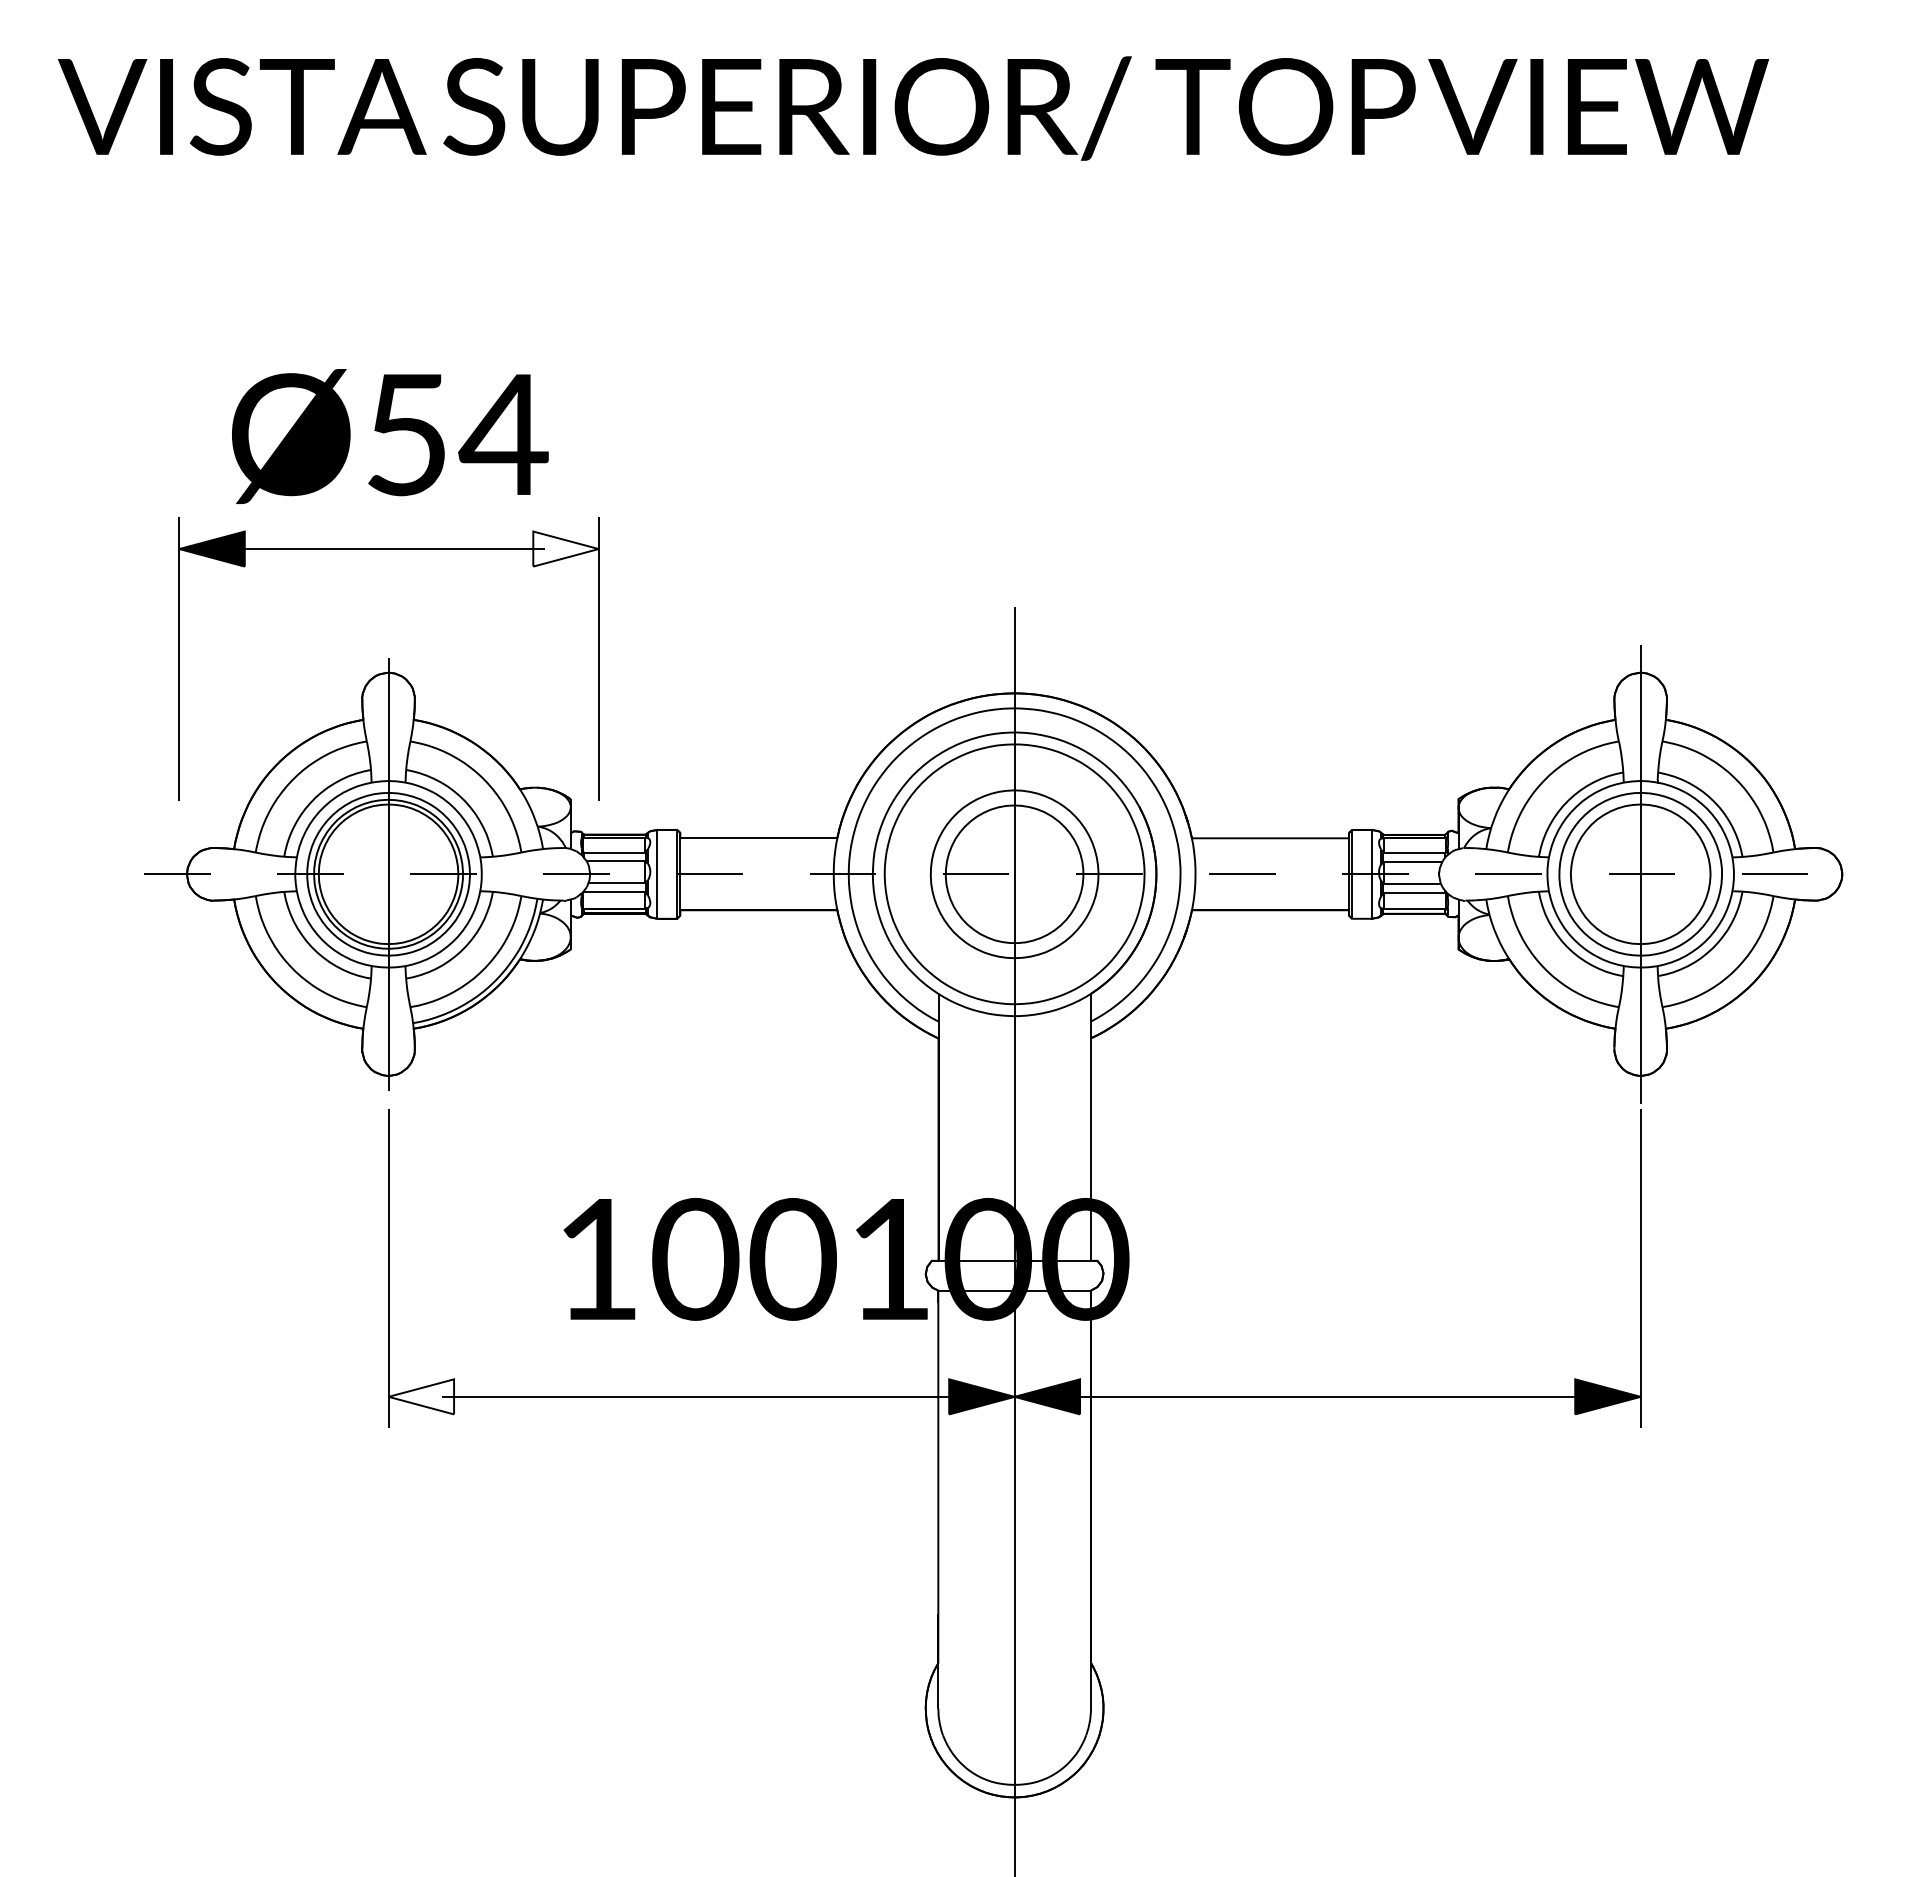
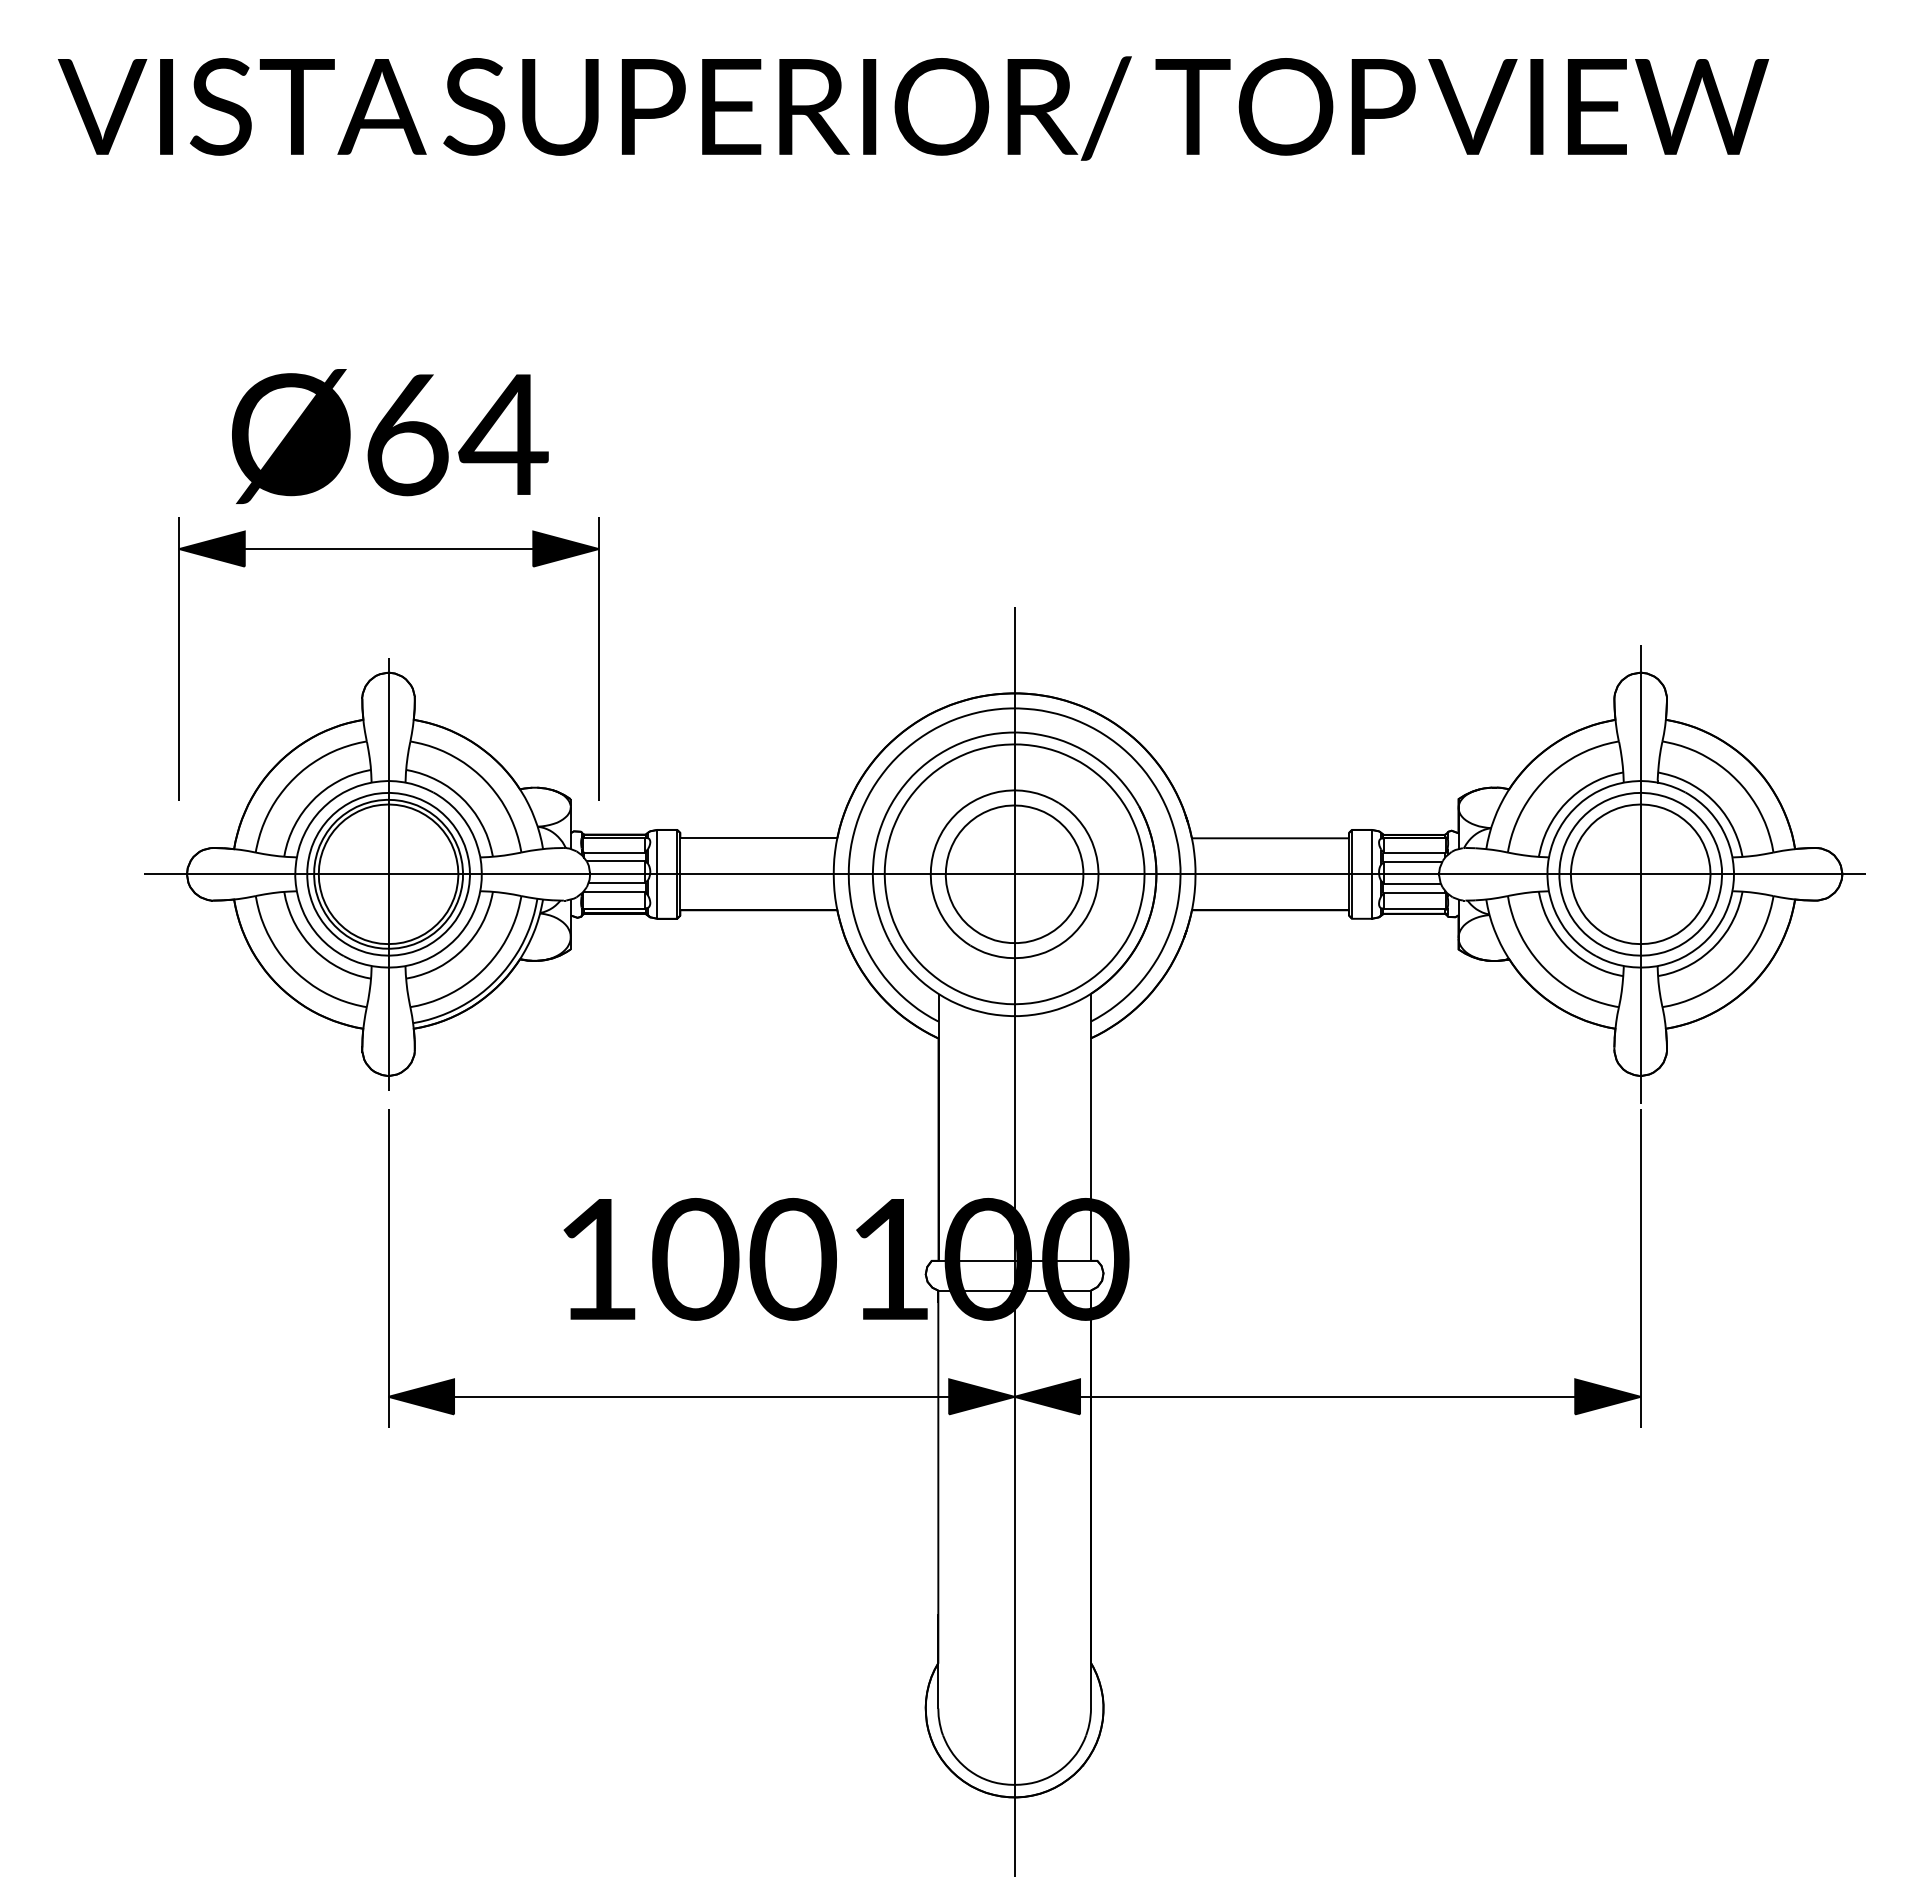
text at (407, 435): Ø54 -> Ø64
fill at (565, 548): none -> present
line at (1005, 874): dashed -> solid
fill at (421, 1396): none -> present
